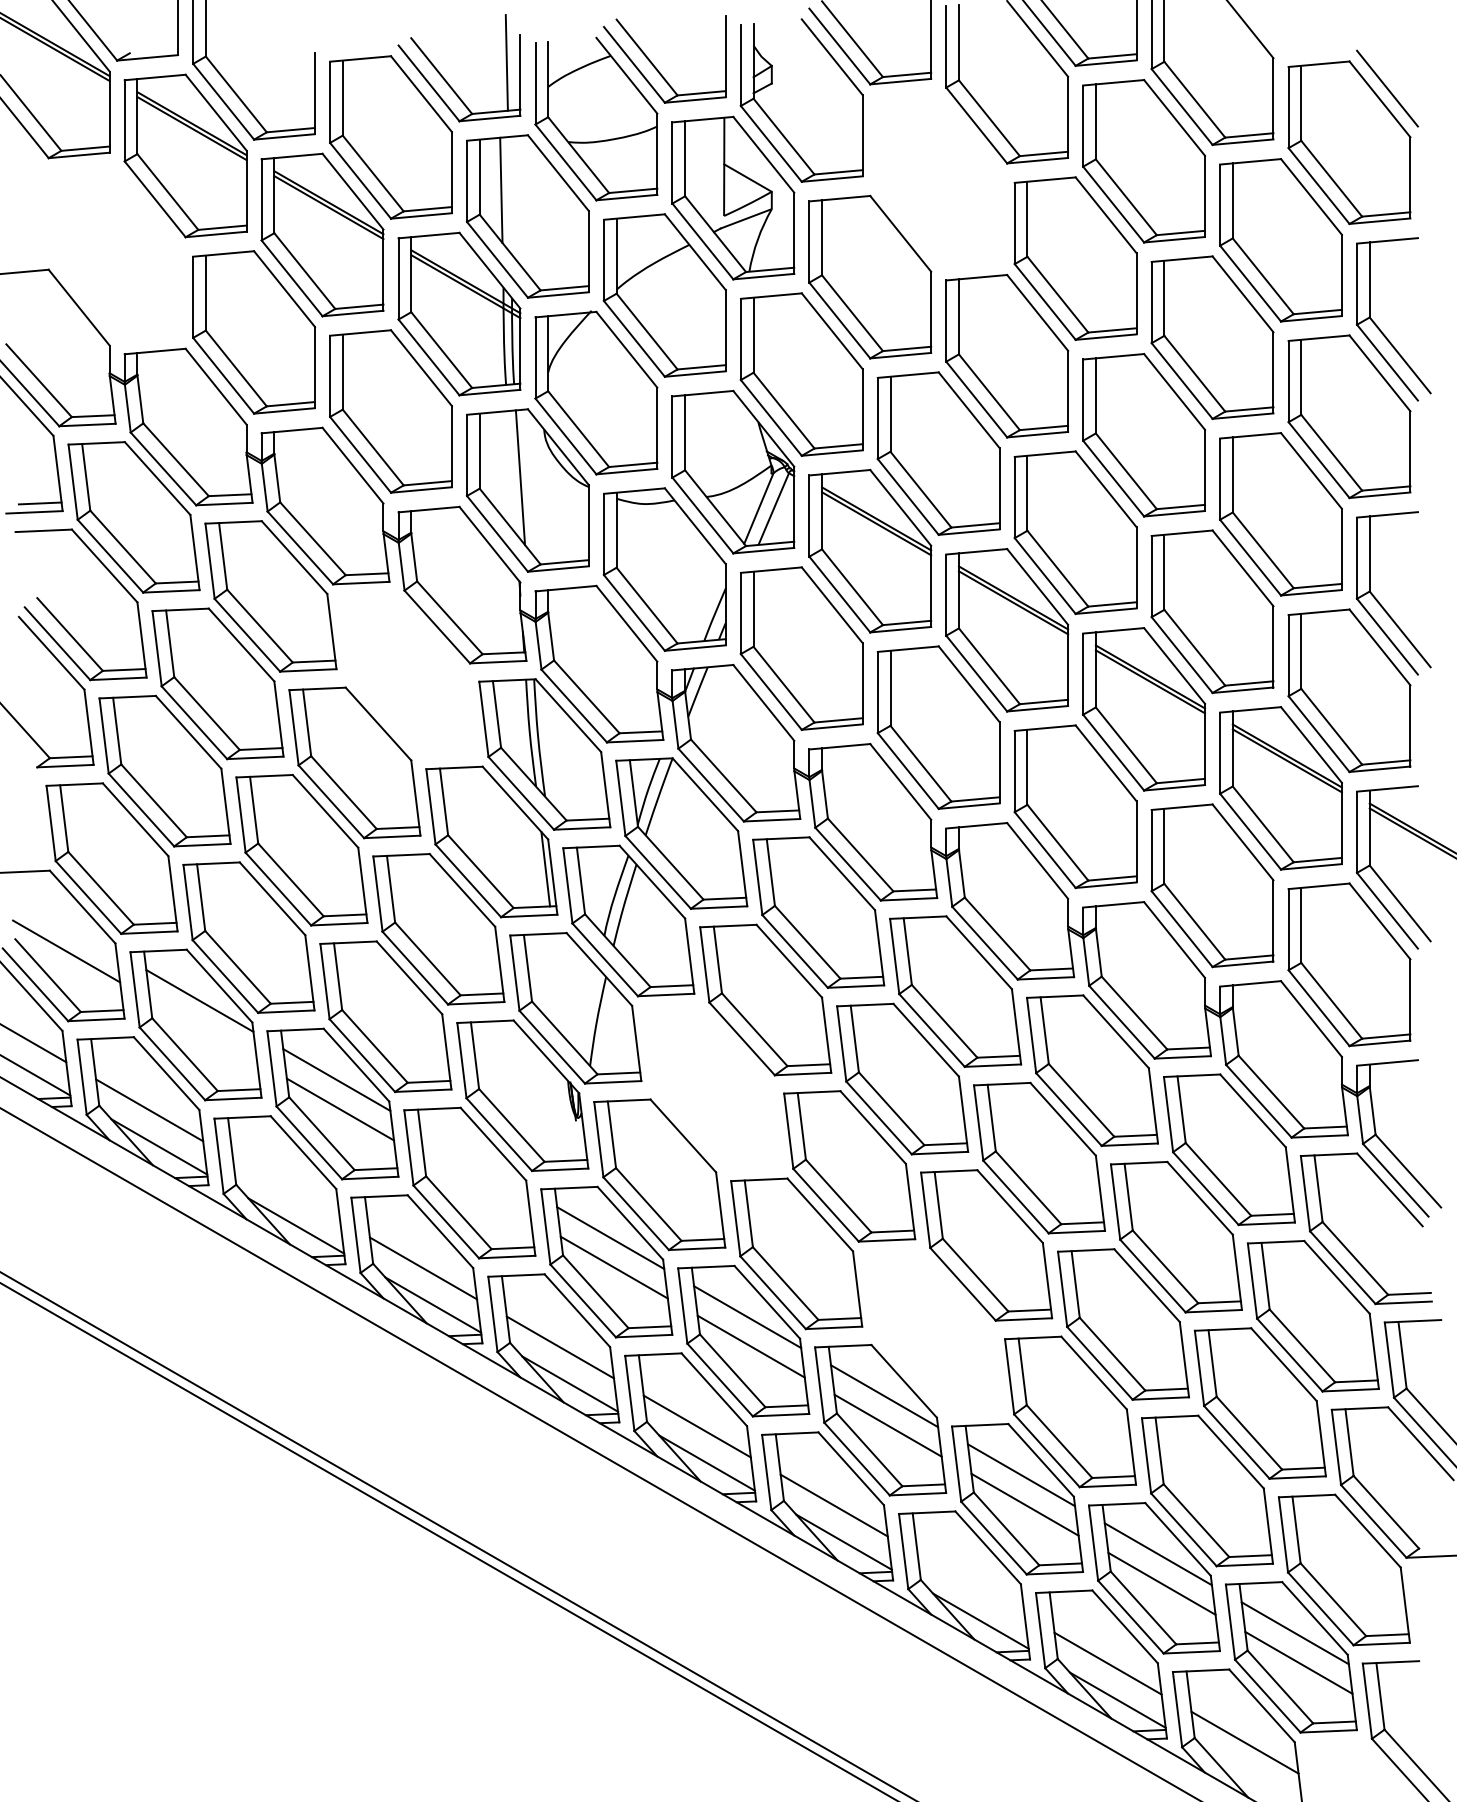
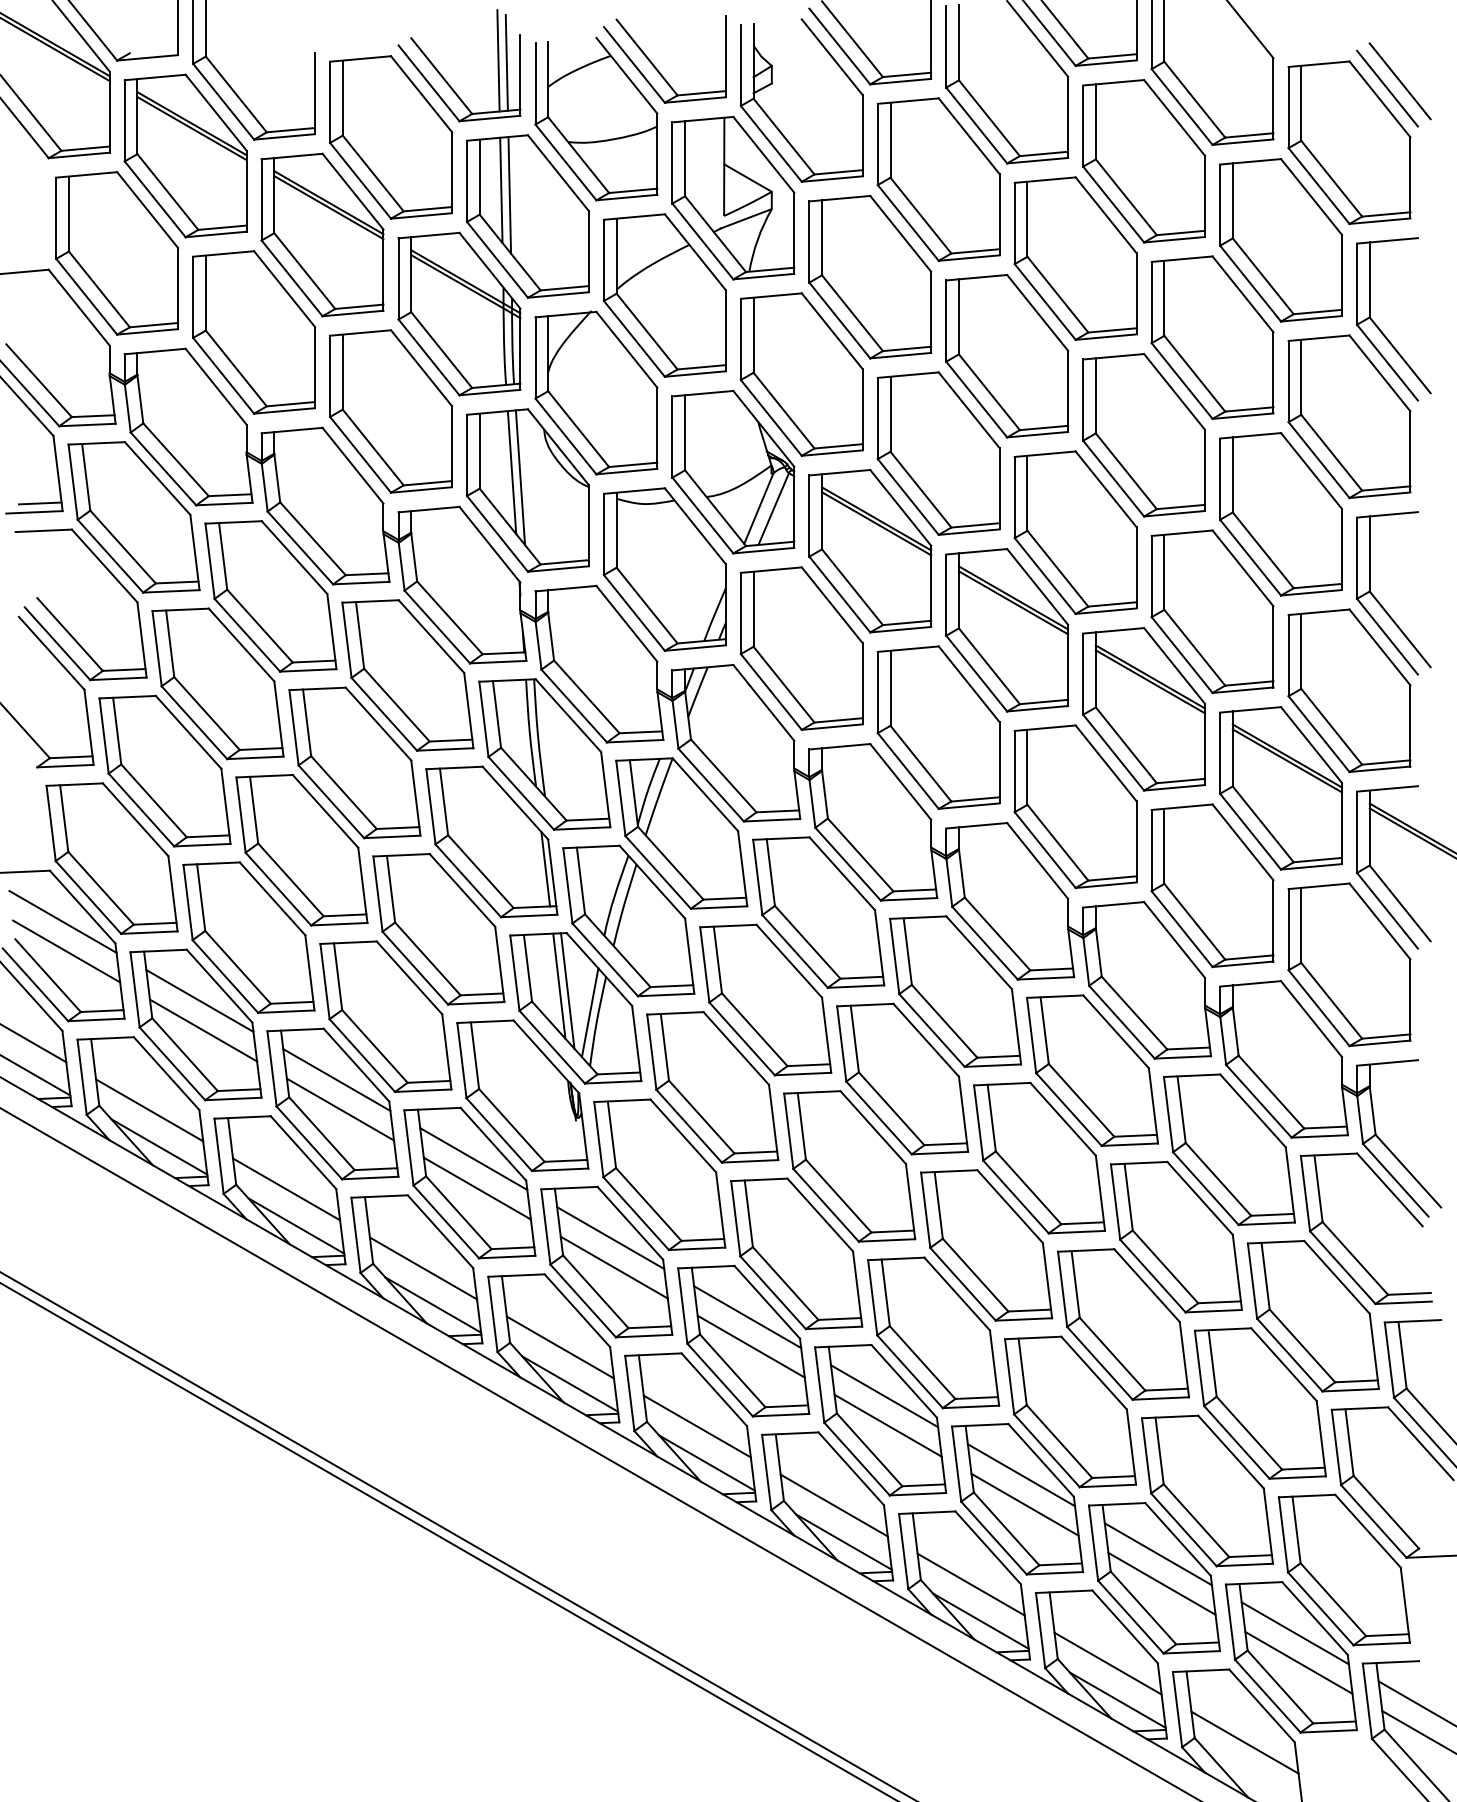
line at (498, 60): none -> present
line at (1399, 81): none -> present
part at (938, 179): none -> present
line at (509, 195): none -> present
part at (117, 253): none -> present
line at (511, 472): none -> present
part at (407, 675): none -> present
line at (62, 921): none -> present
line at (559, 985): none -> present
line at (567, 990): none -> present
line at (589, 1012): none -> present
line at (203, 1030): none -> present
part at (712, 1087): none -> present
line at (473, 1158): none -> present
line at (476, 1188): none -> present
line at (286, 1189): none -> present
part at (933, 1332): none -> present
line at (970, 1584): none -> present
line at (1415, 1702): none -> present
line at (1417, 1731): none -> present
